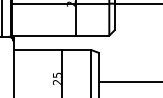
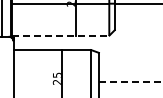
line at (61, 35): solid -> dashed
line at (130, 82): solid -> dashed
